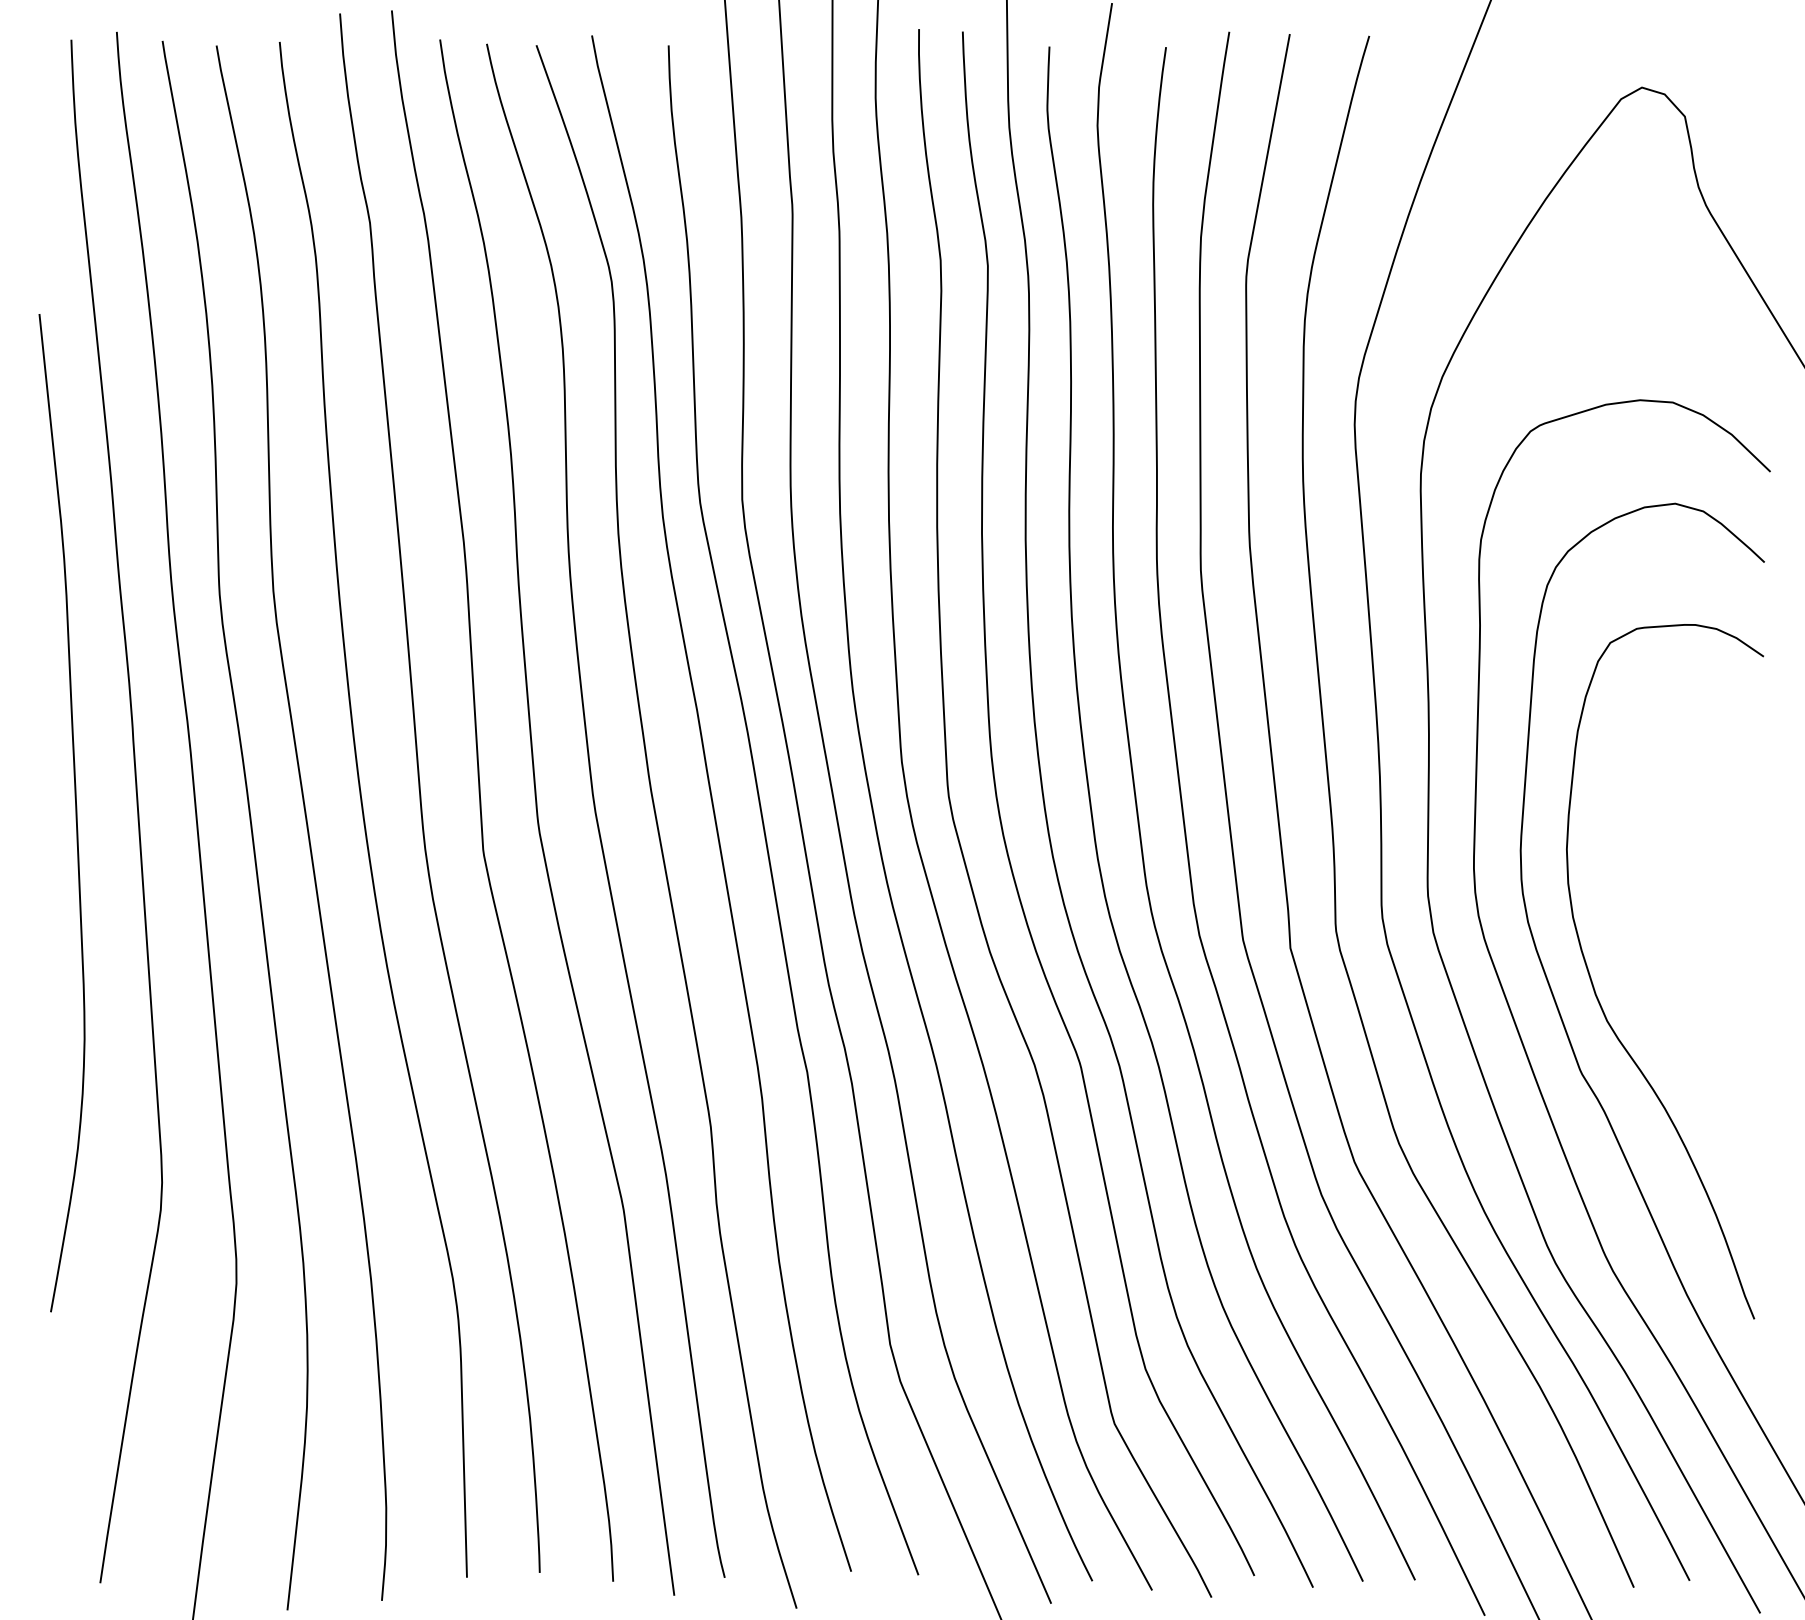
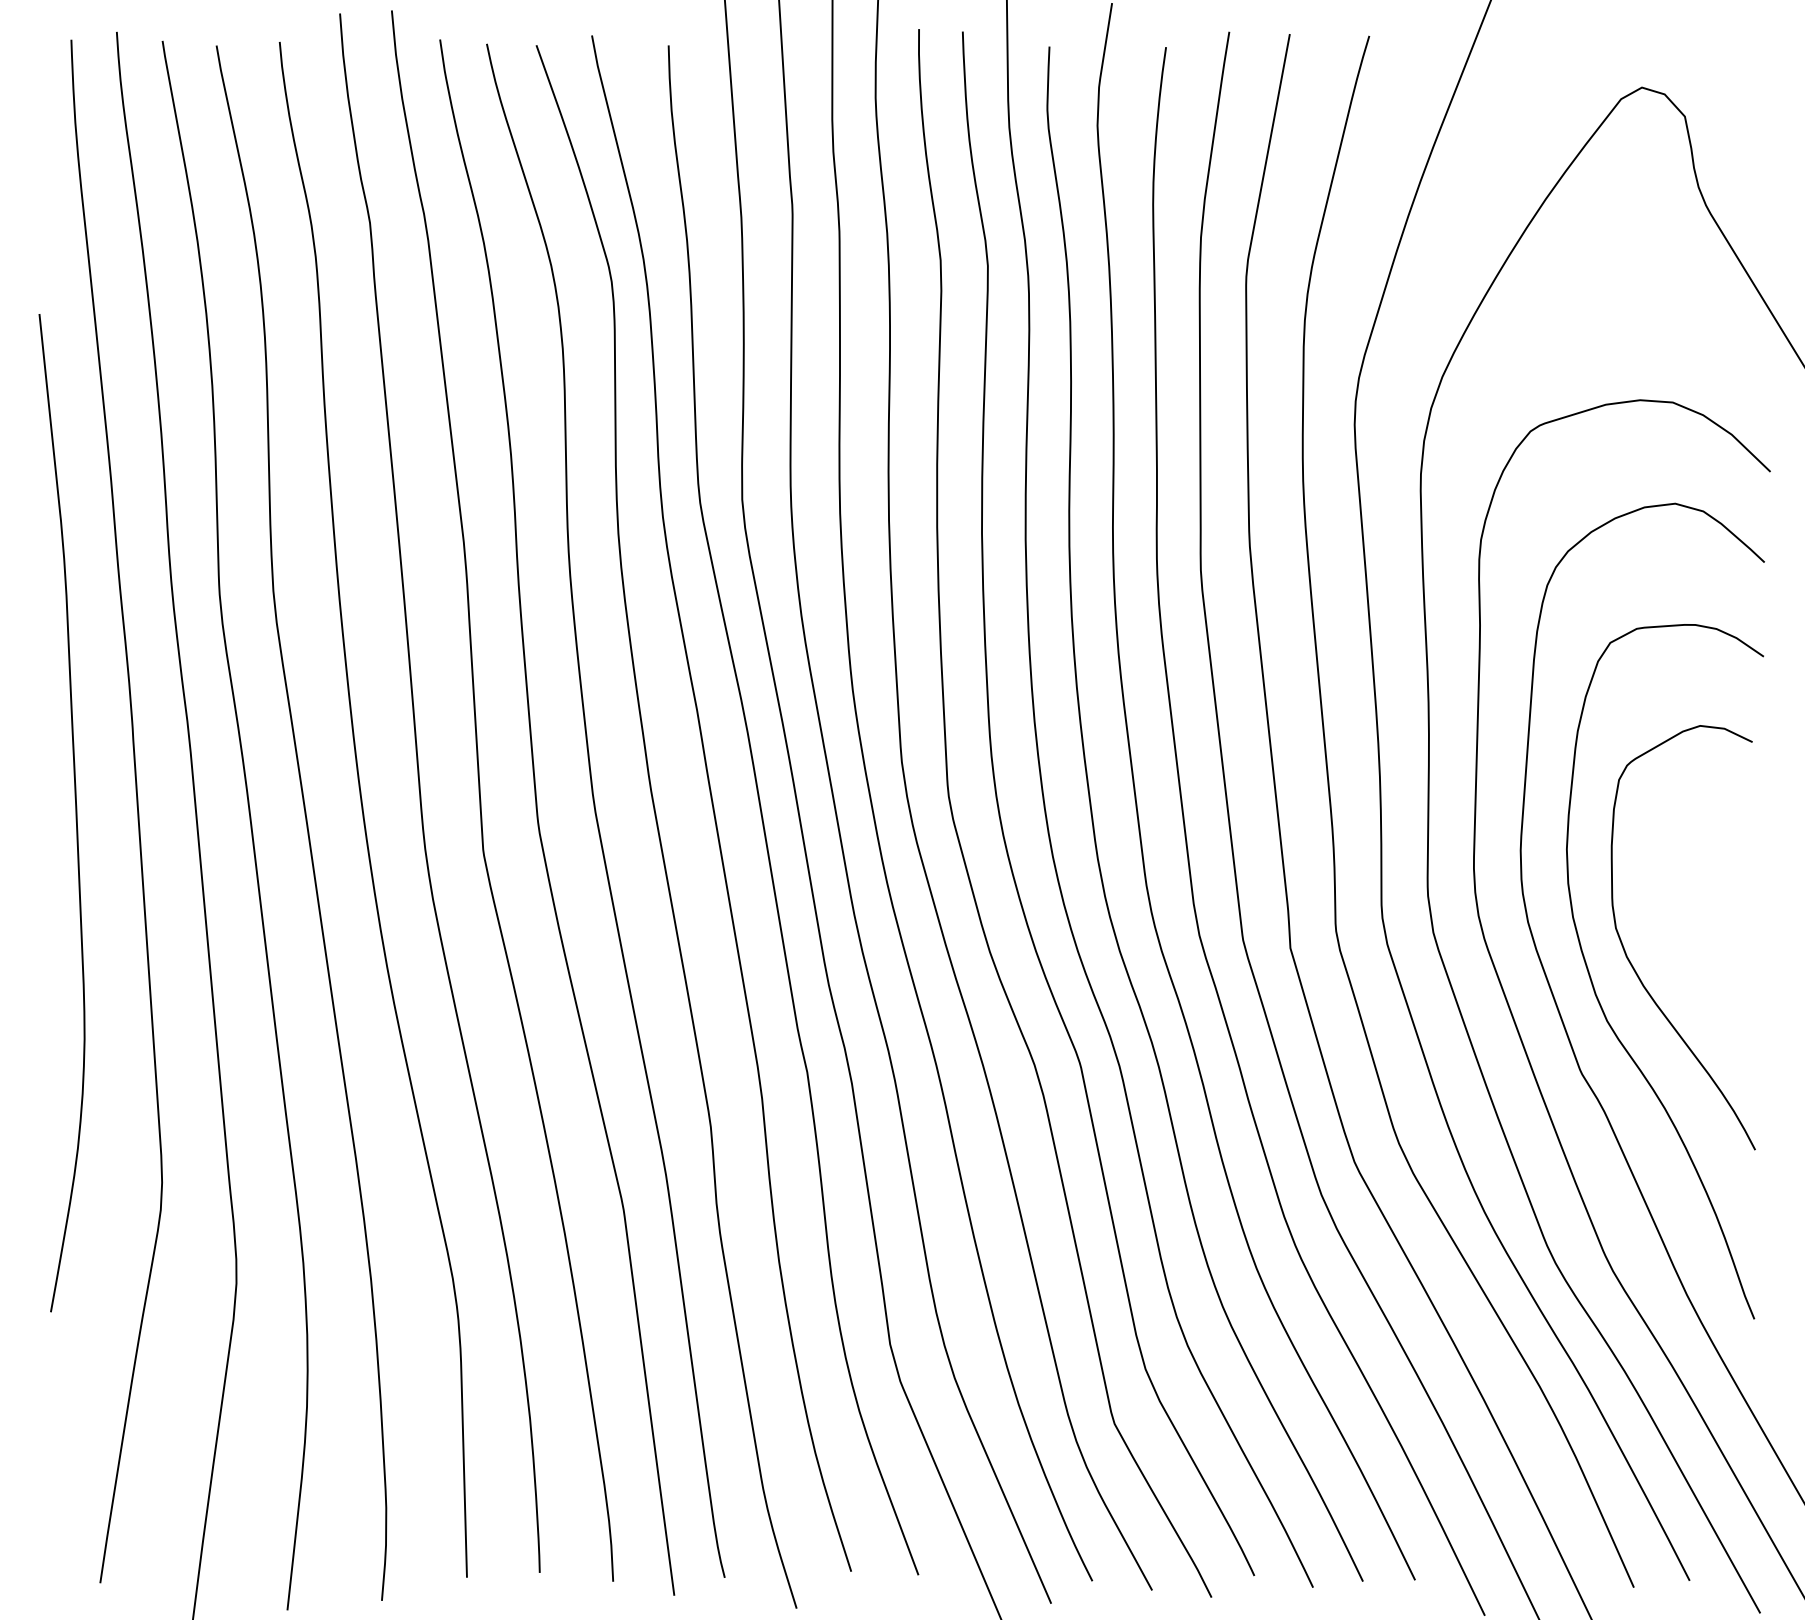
curve at (1631, 962): none -> present
